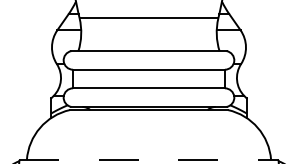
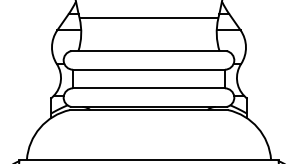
line at (149, 159): dashed -> solid
